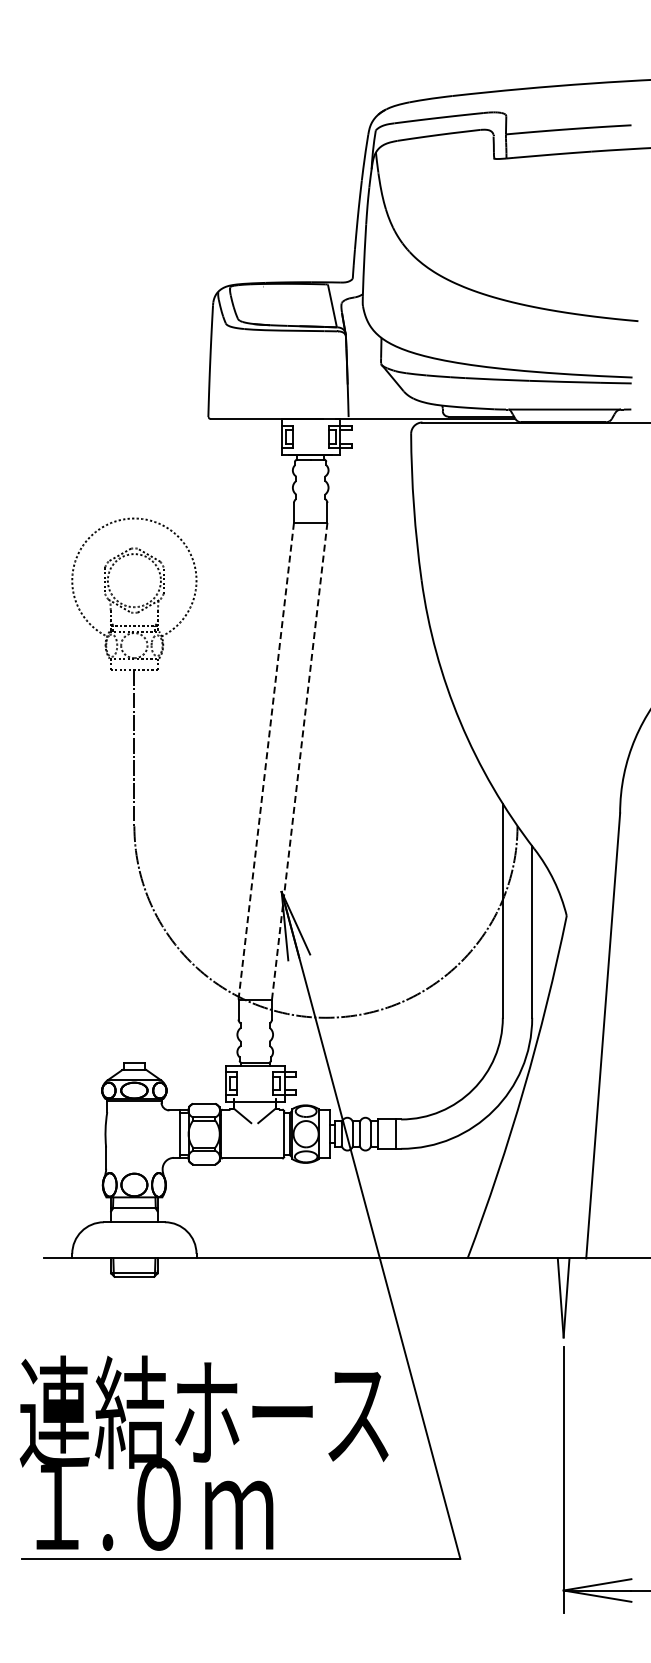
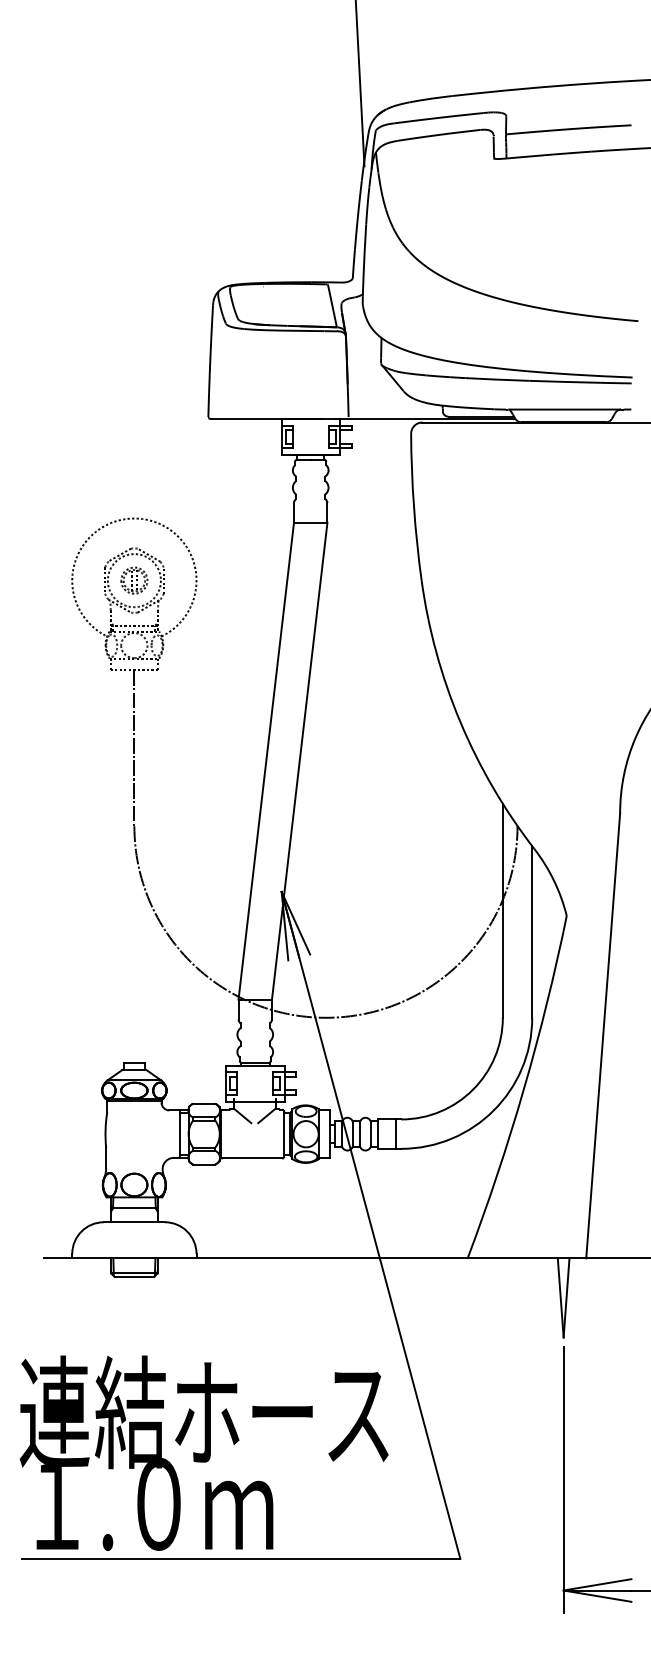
line at (359, 84): none -> present
part at (134, 580): none -> present
line at (266, 761): dashed -> solid
line at (299, 761): dashed -> solid
